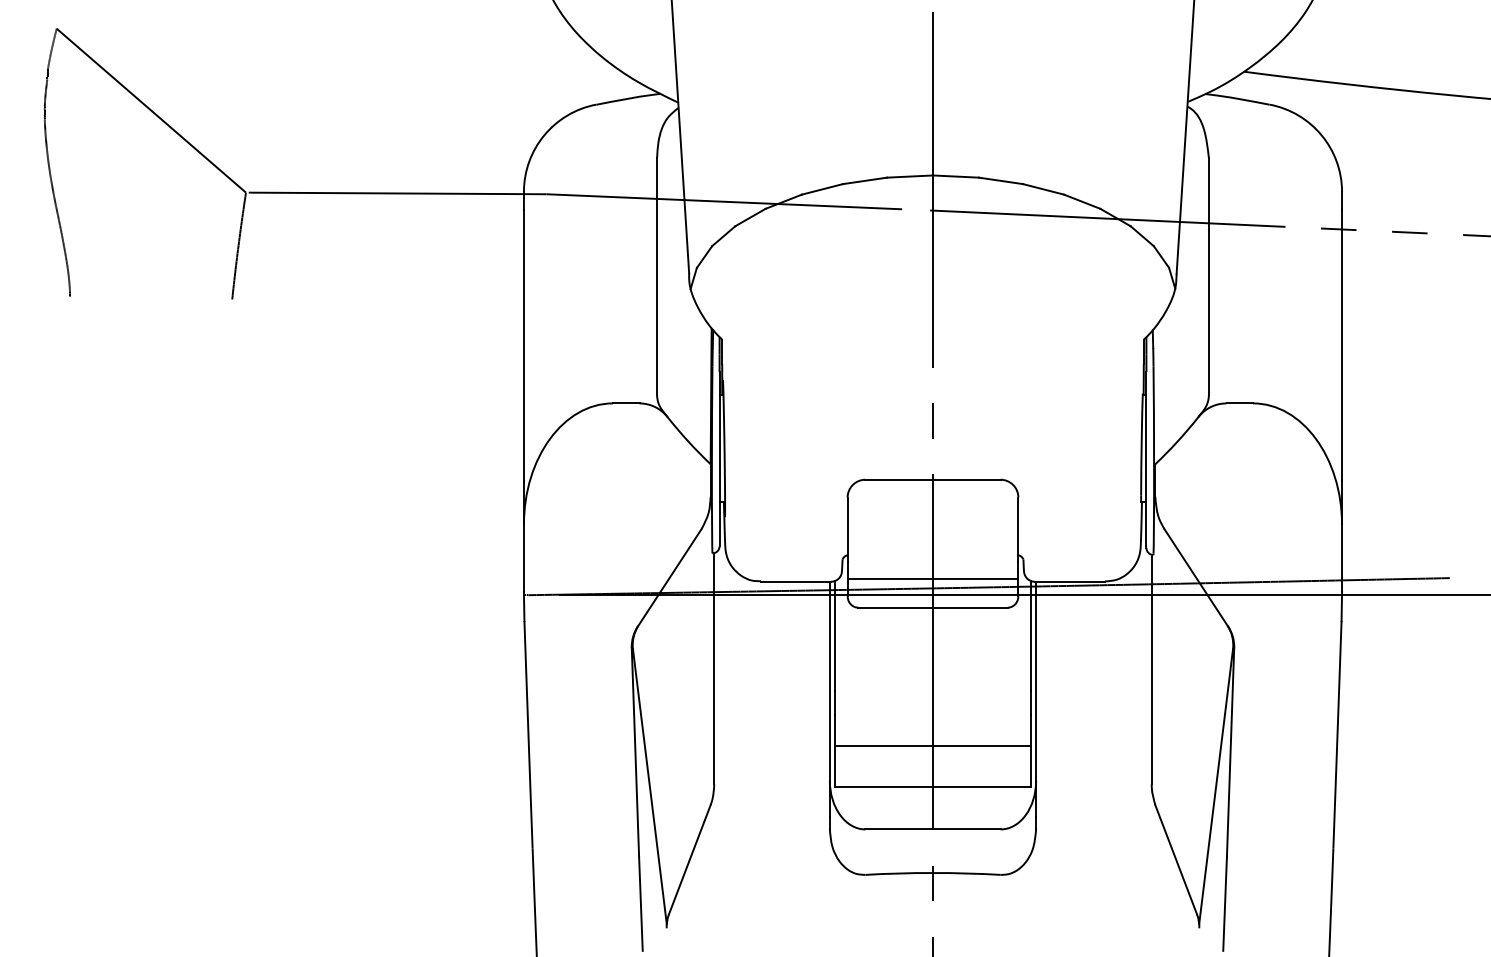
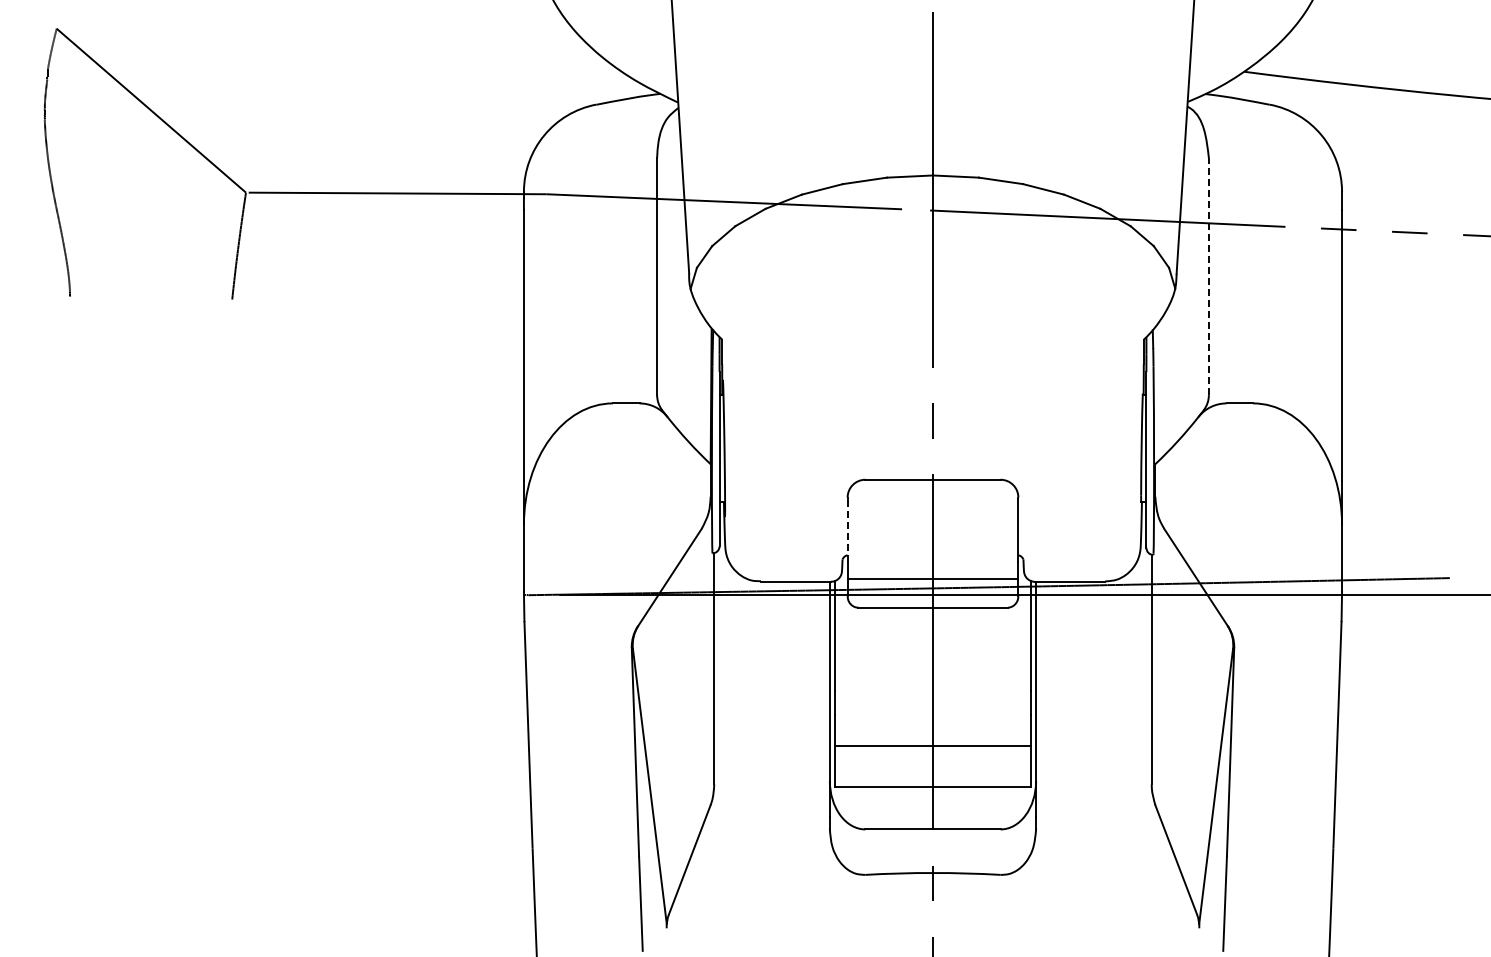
line at (1208, 276): solid -> dashed
line at (847, 529): solid -> dashed
